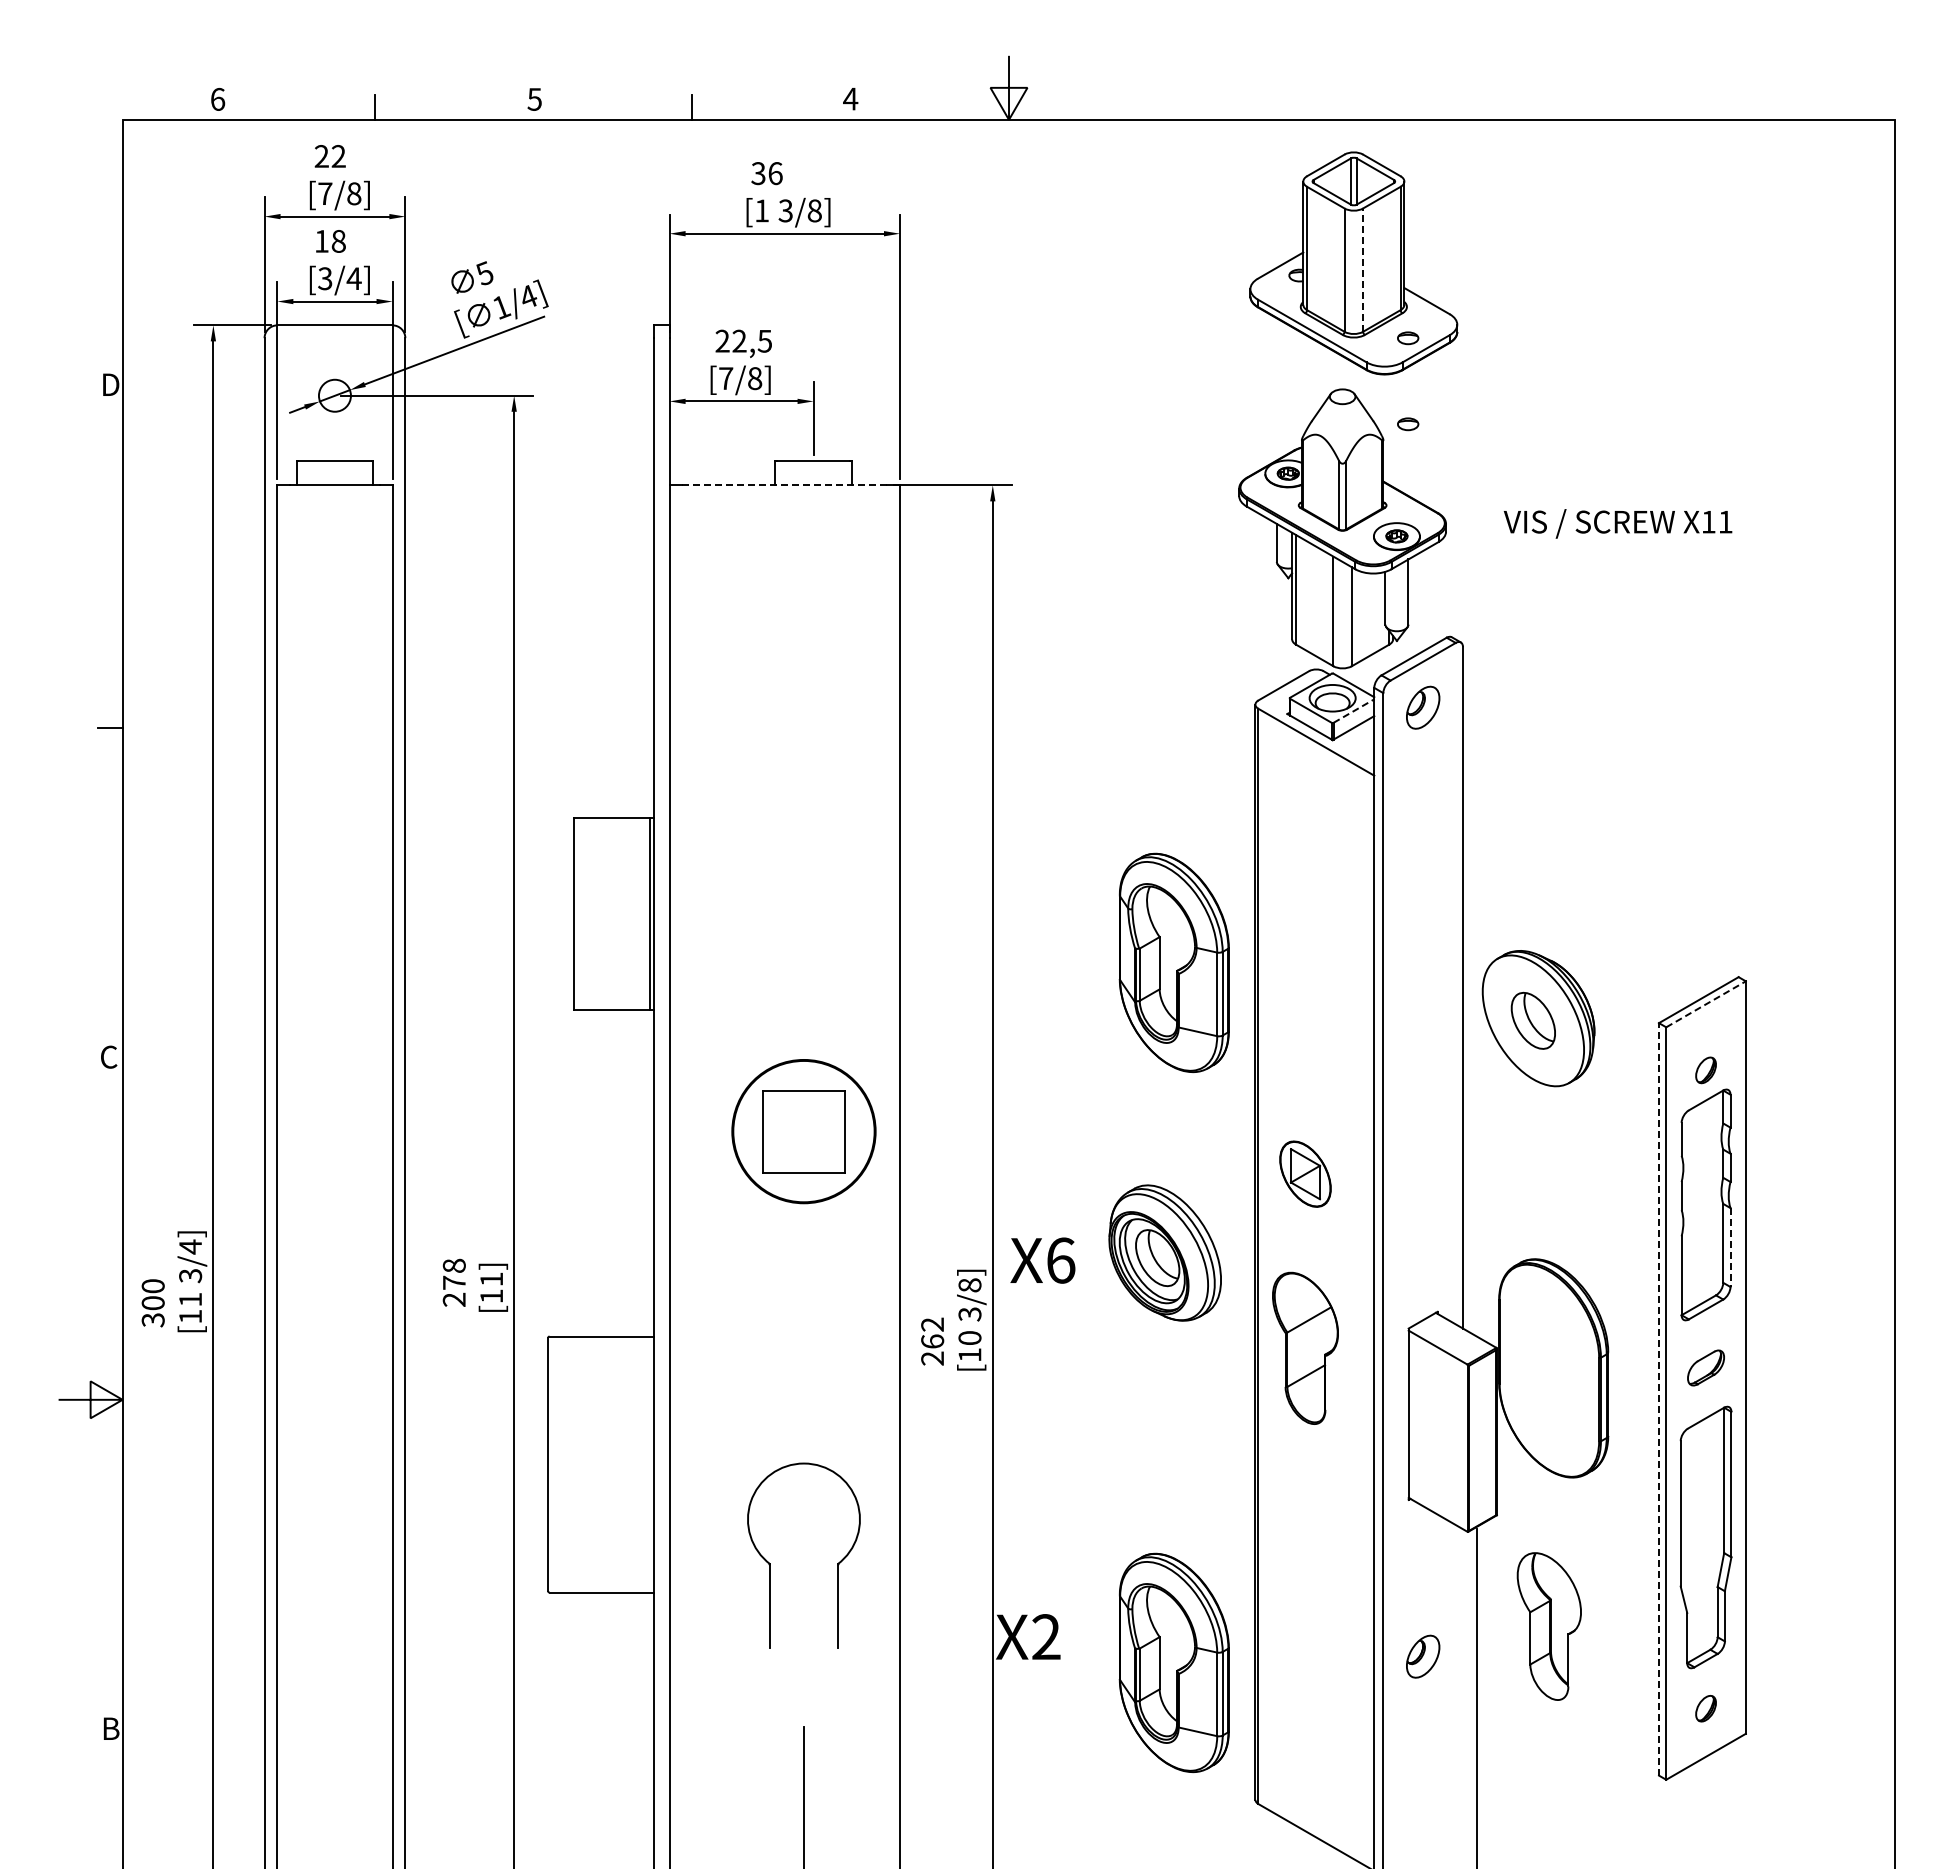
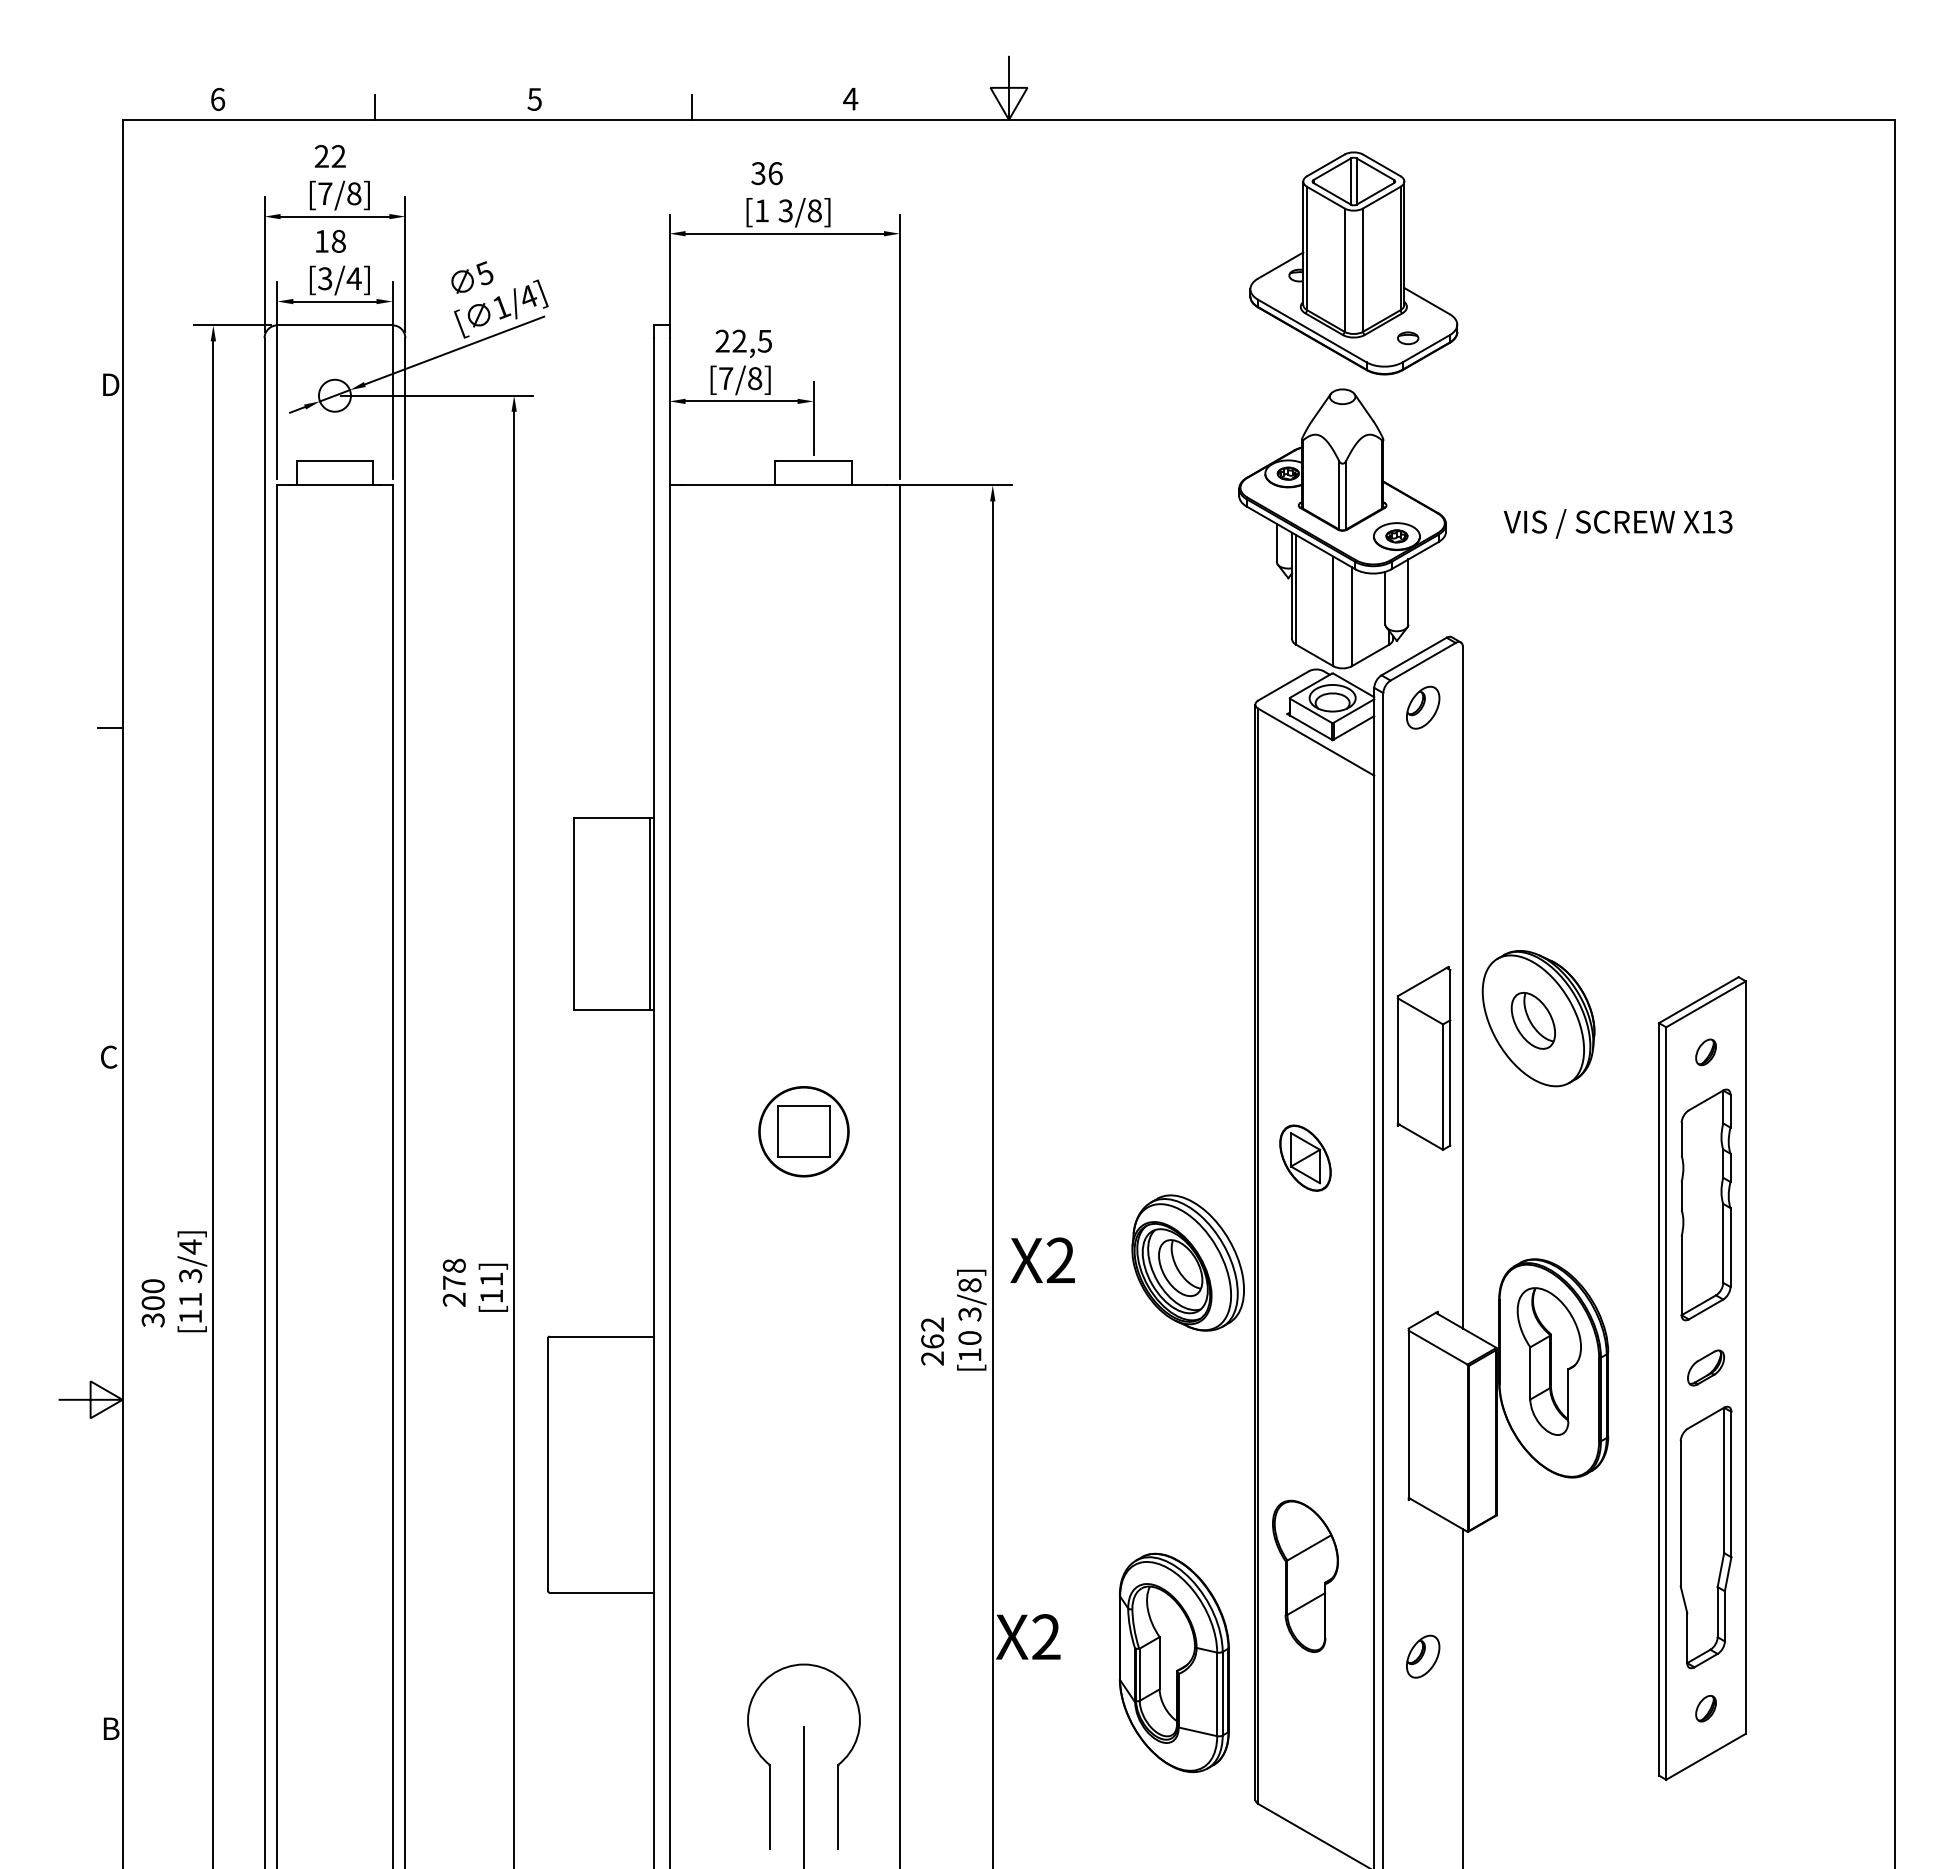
line at (1363, 270): dashed -> solid
part at (1408, 424): present -> none
line at (784, 485): dashed -> solid
text at (1725, 521): X11 -> X13
line at (1353, 711): dashed -> solid
part at (1173, 962): present -> none
line at (1706, 1004): dashed -> solid
part at (1423, 1057): none -> present
part at (1705, 1070) position: (1705, 1070) -> (1705, 1052)
part at (803, 1131) size: 146x146 px -> 92x92 px
part at (1305, 1173) position: (1305, 1173) -> (1305, 1157)
line at (1730, 1248): dashed -> solid
part at (1164, 1252) position: (1164, 1252) -> (1187, 1262)
text at (1060, 1260): X6 -> X2
part at (1305, 1347) position: (1305, 1347) -> (1305, 1575)
line at (1659, 1398): dashed -> solid
part at (770, 1563) position: (770, 1563) -> (770, 1764)
part at (1548, 1626) position: (1548, 1626) -> (1548, 1361)
line at (1476, 1697) position: (1476, 1697) -> (1462, 1697)
